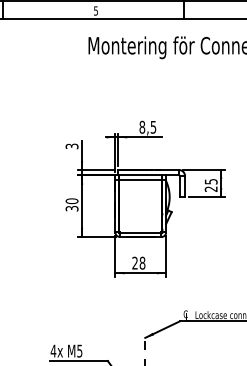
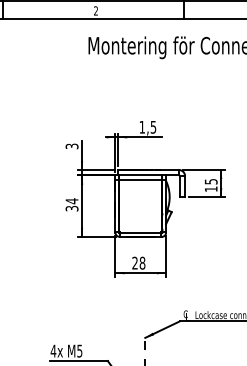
text at (95, 10): 5 -> 2
text at (142, 126): 8,5 -> 1,5
text at (210, 188): 25 -> 15
text at (71, 201): 30 -> 34
